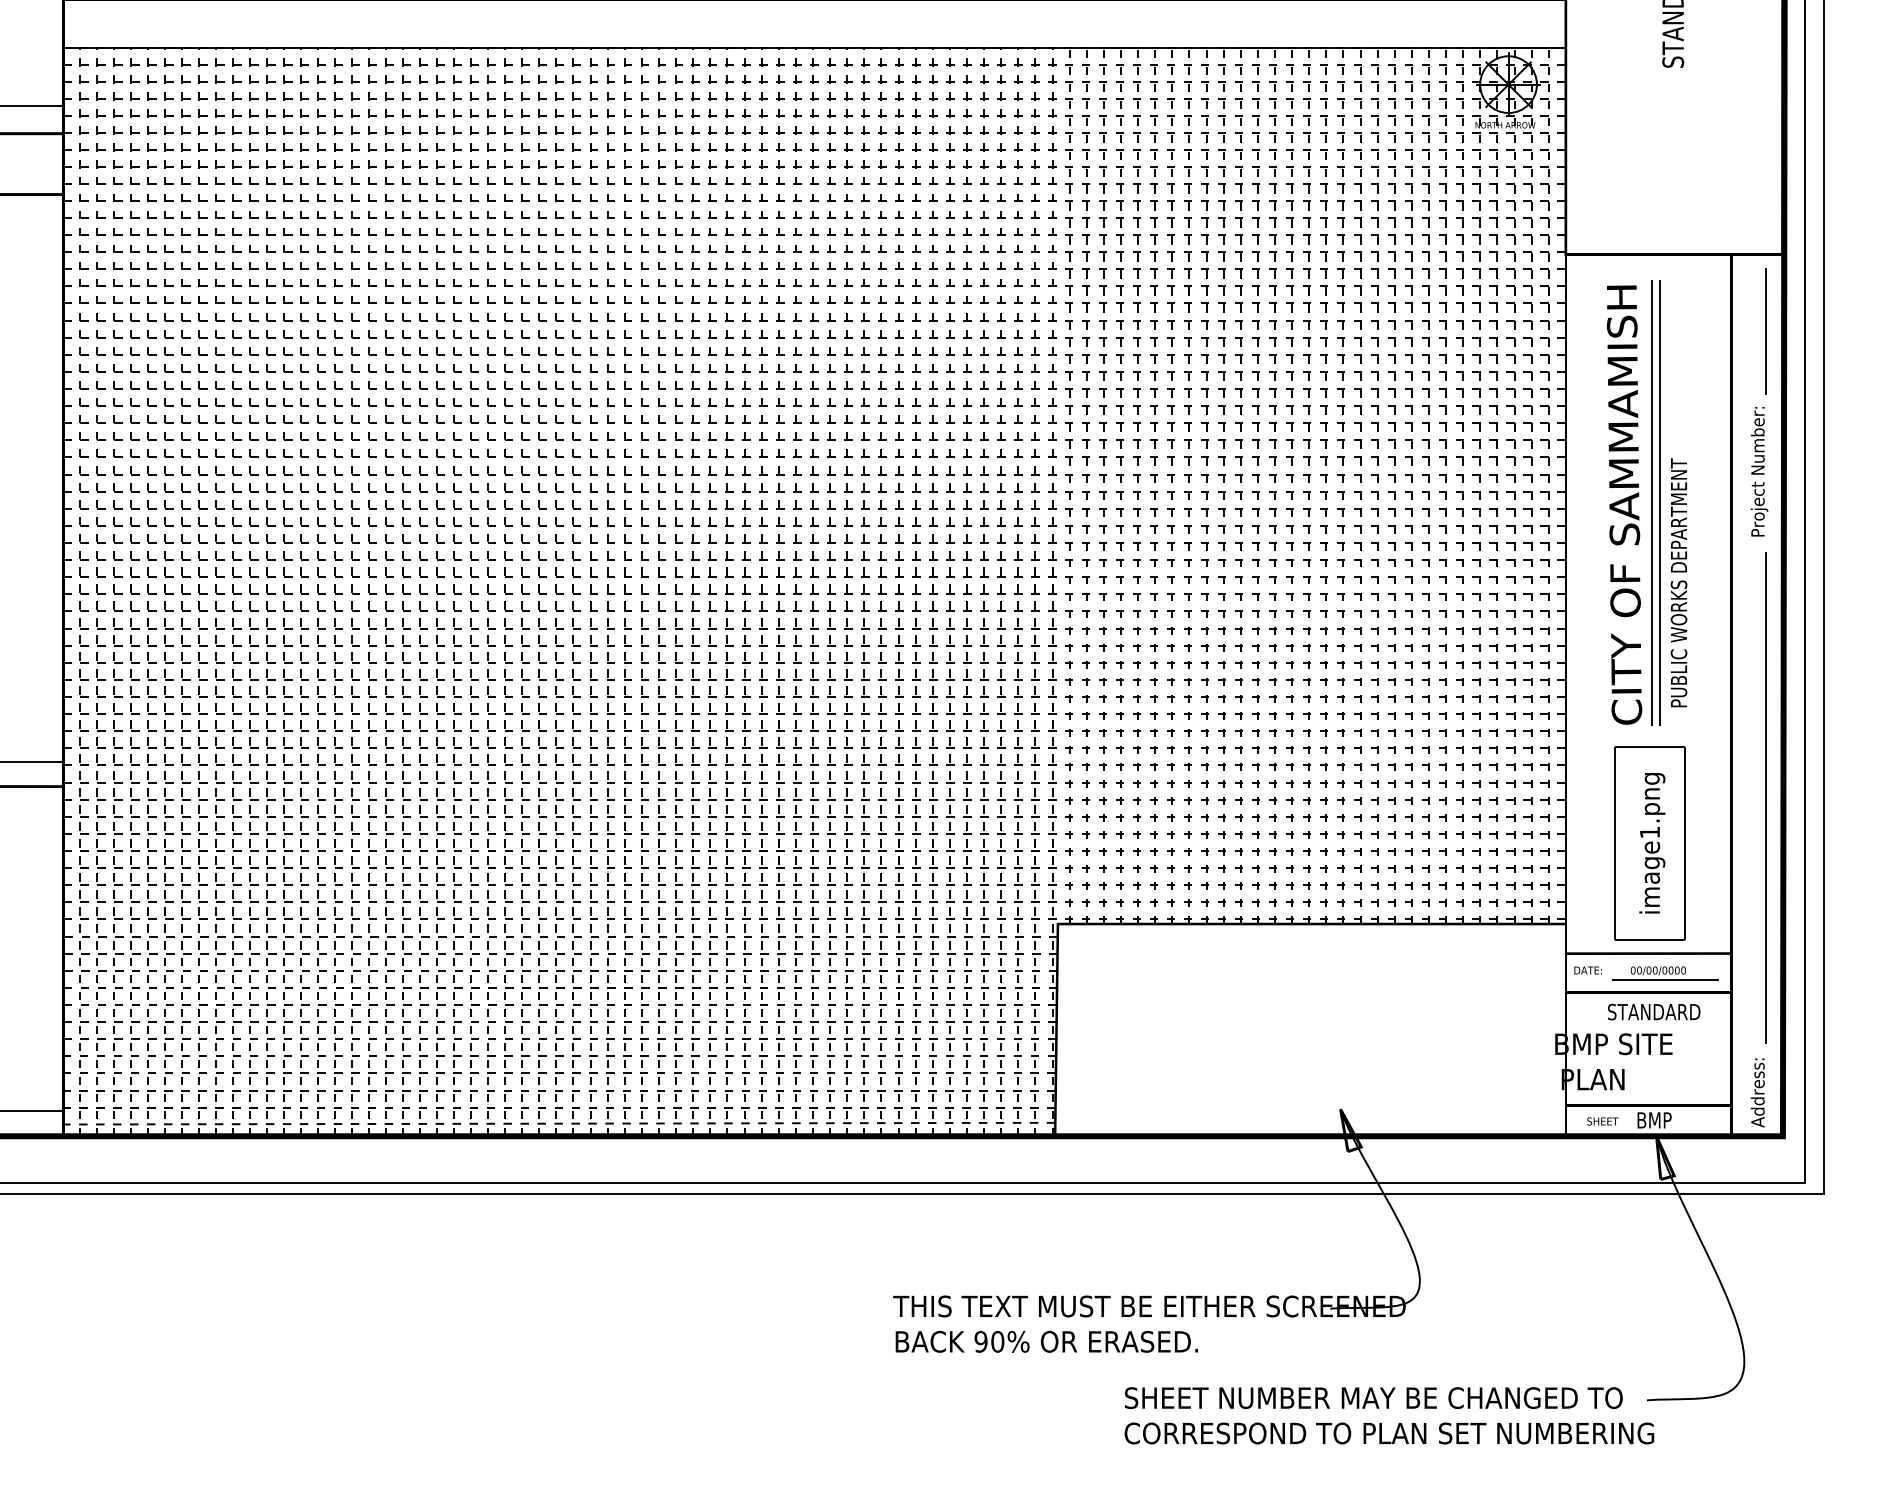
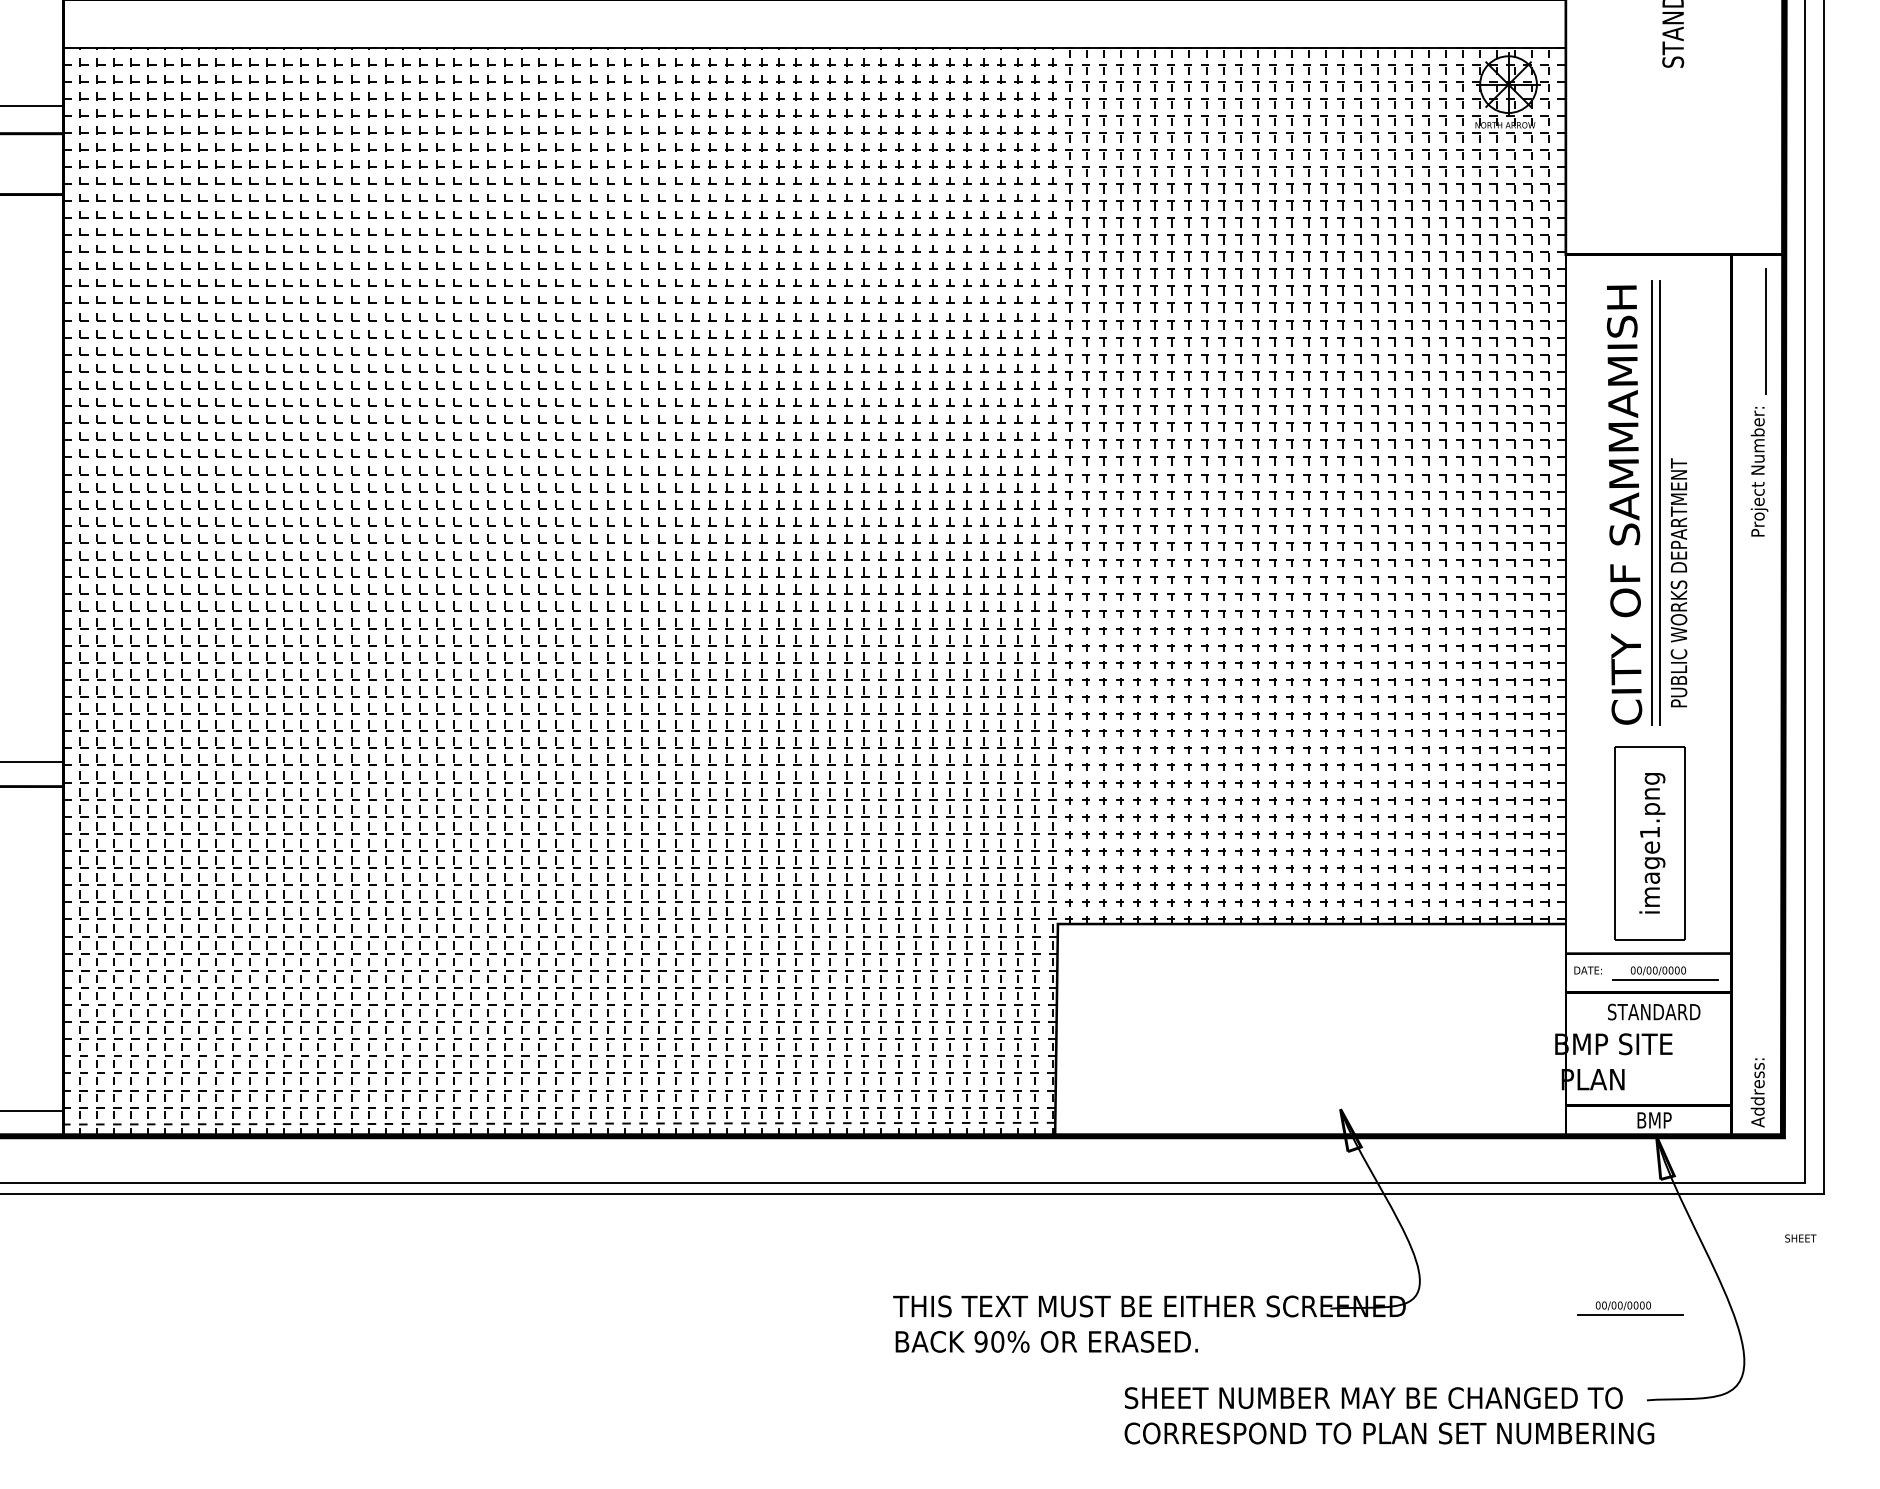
line at (1766, 797): present -> none
text at (1602, 1121) position: (1602, 1121) -> (1800, 1238)
part at (1630, 1308): none -> present
